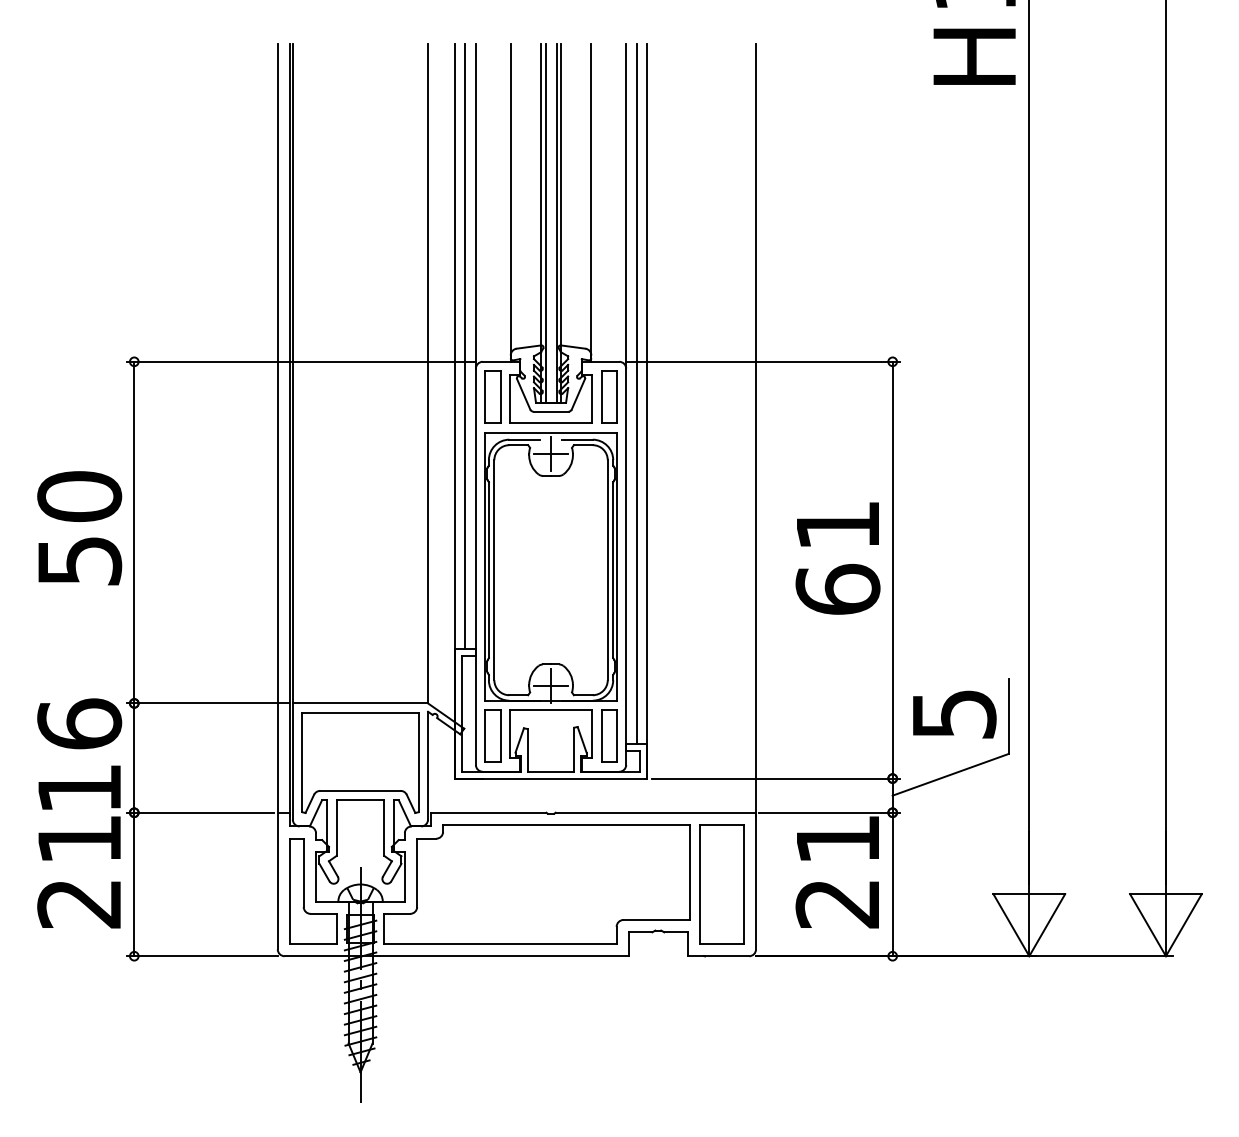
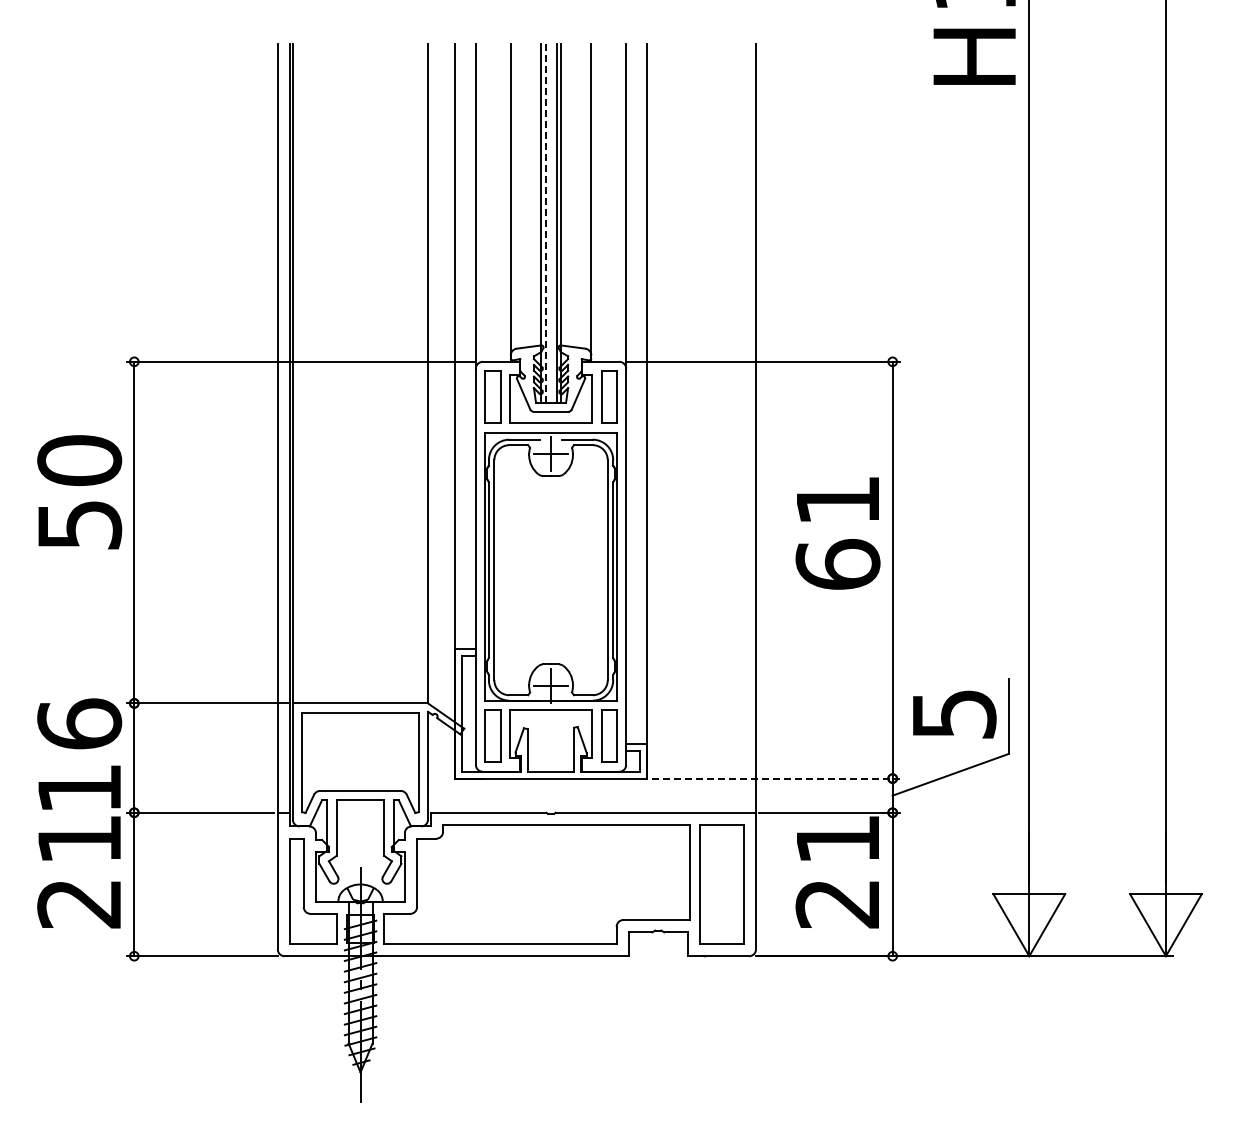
line at (545, 223): solid -> dashed
line at (464, 346): present -> none
line at (637, 394): present -> none
text at (79, 528) position: (79, 528) -> (79, 492)
text at (837, 558) position: (837, 558) -> (837, 533)
line at (776, 778): solid -> dashed
